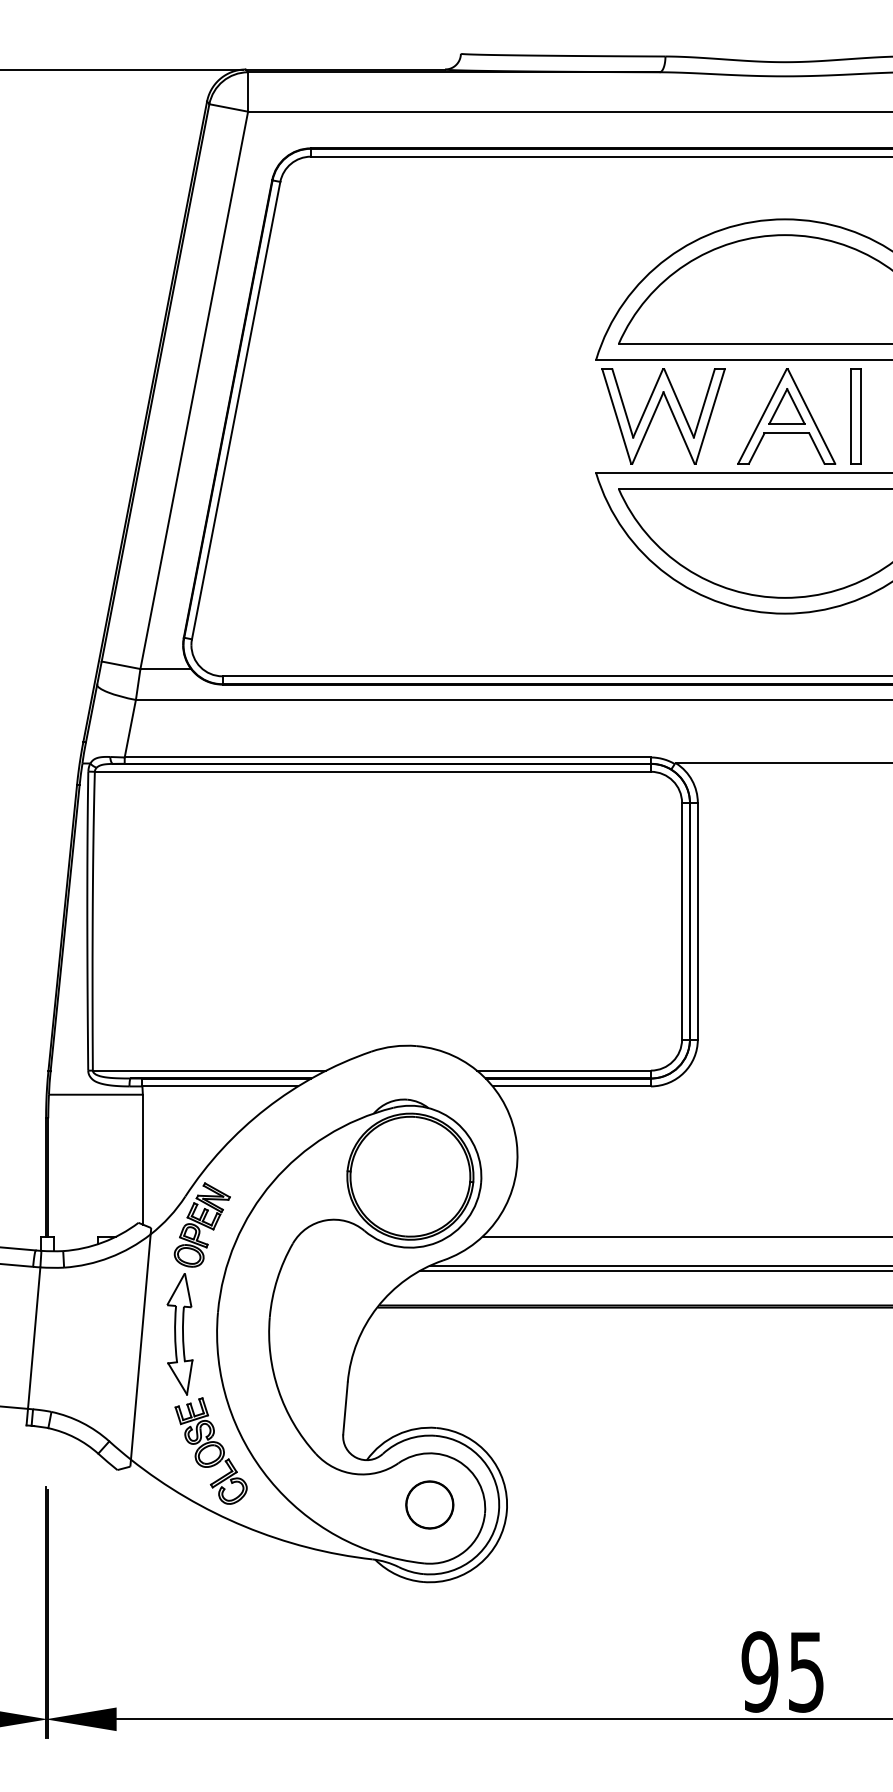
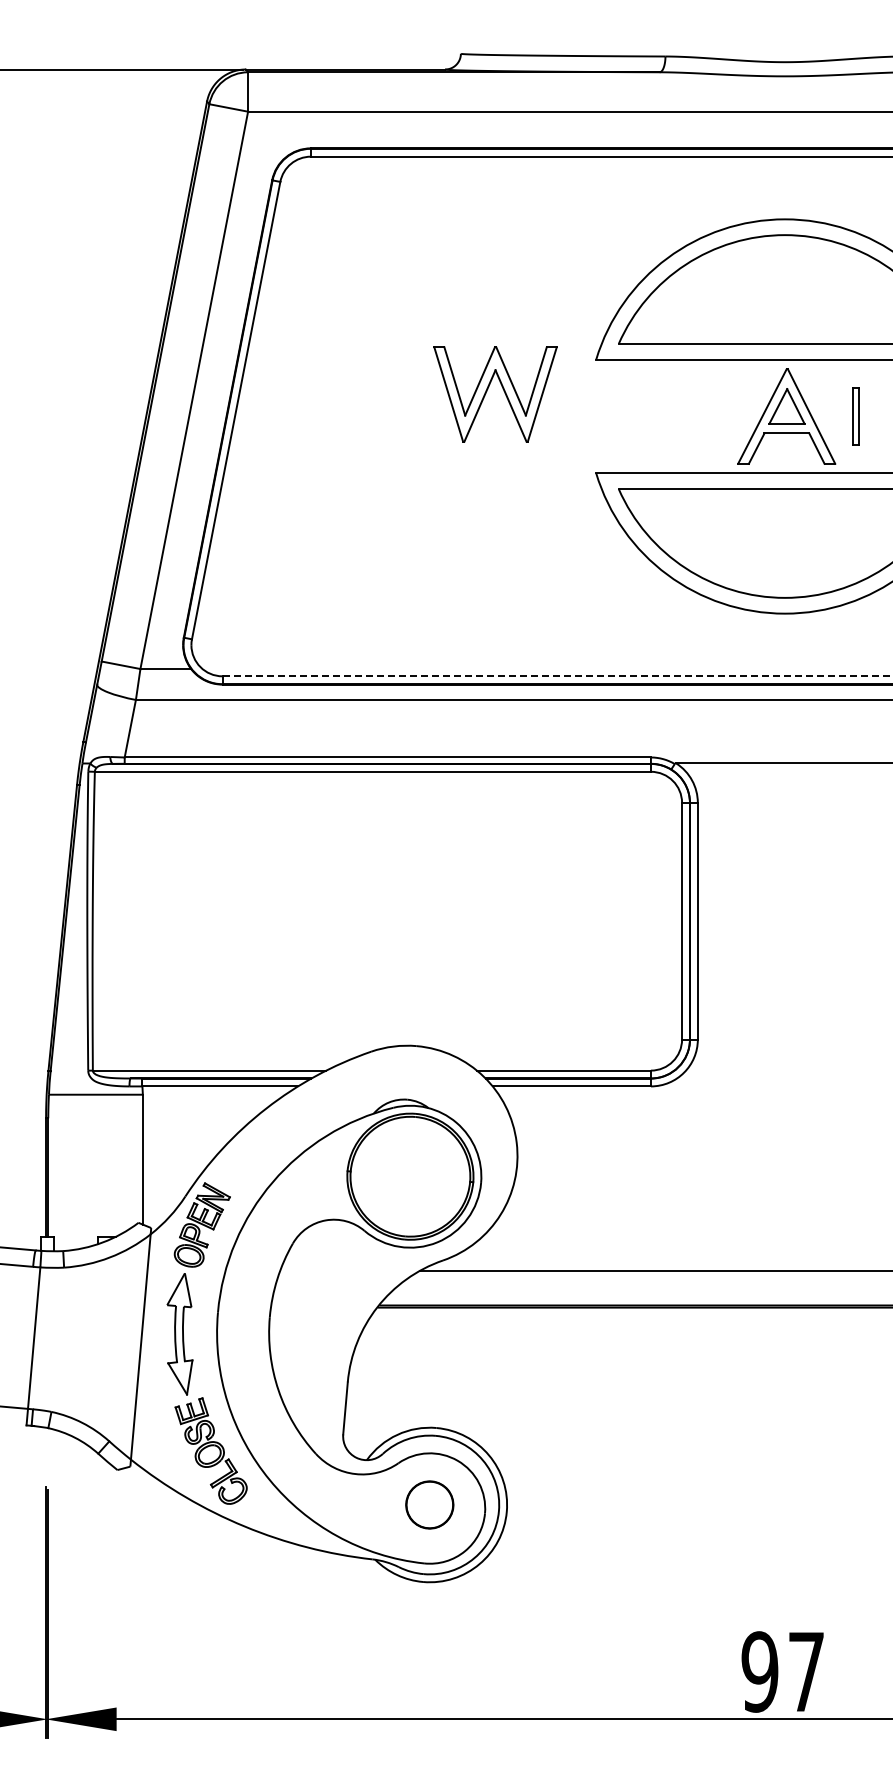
part at (655, 413) position: (655, 413) -> (487, 391)
part at (855, 416) size: 12x97 px -> 8x59 px
line at (557, 676): solid -> dashed
line at (685, 1236): present -> none
line at (659, 1265): present -> none
text at (806, 1672): 95 -> 97
